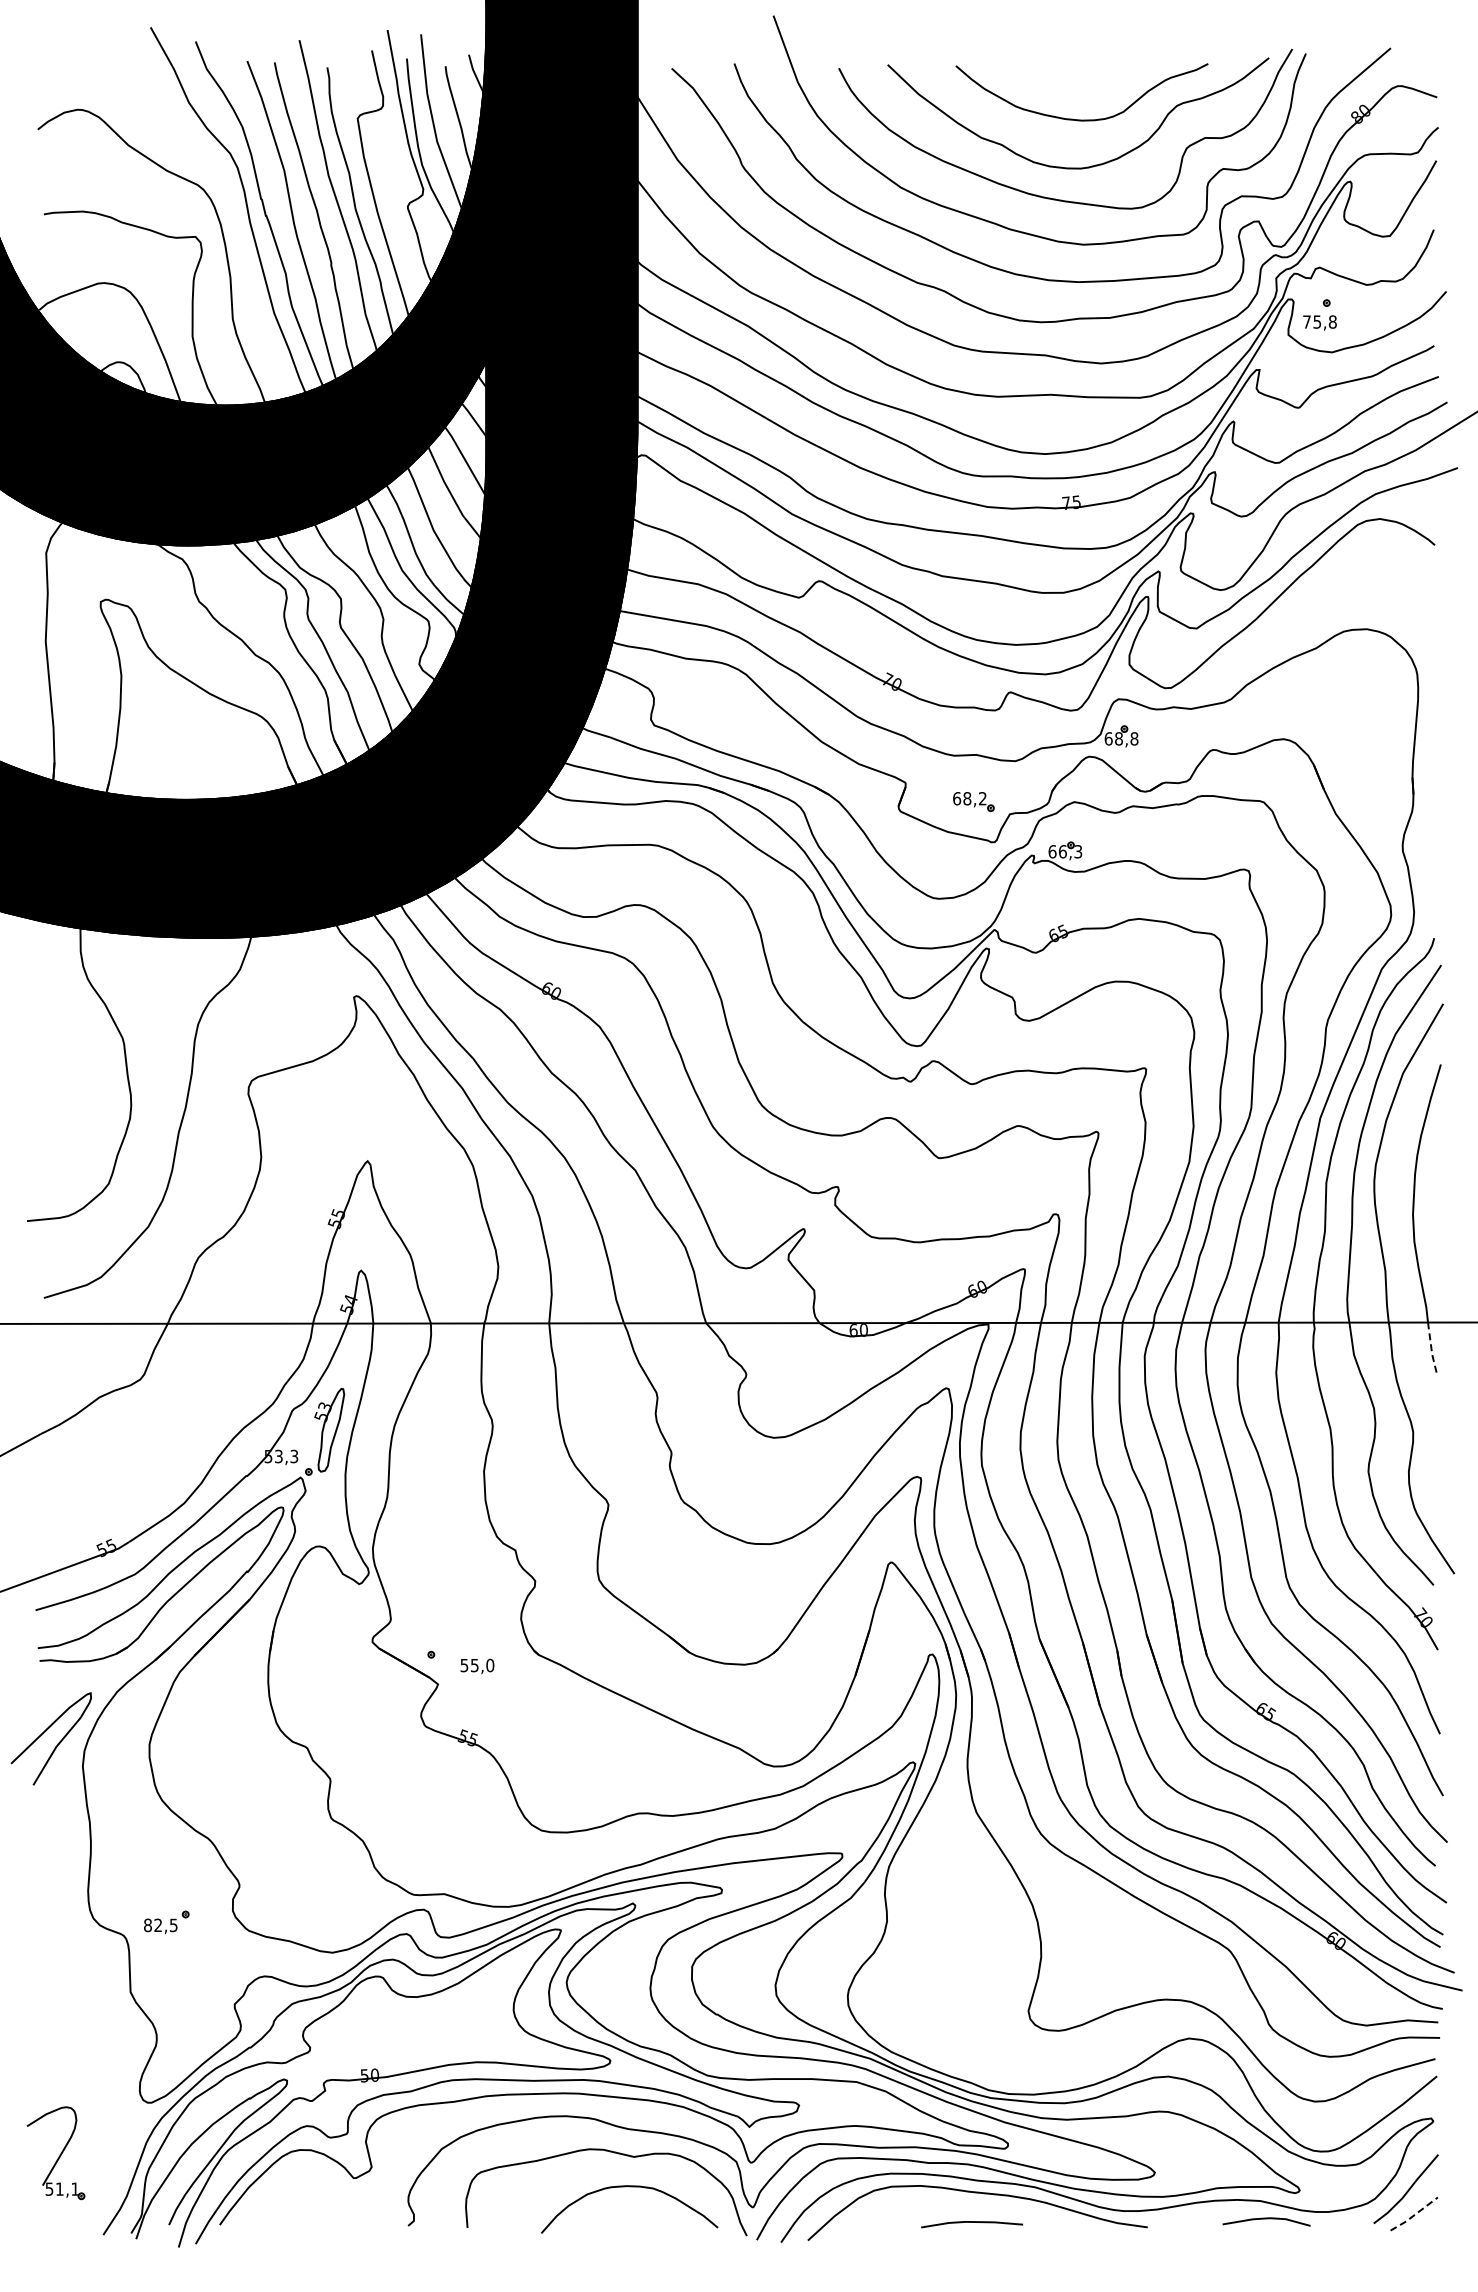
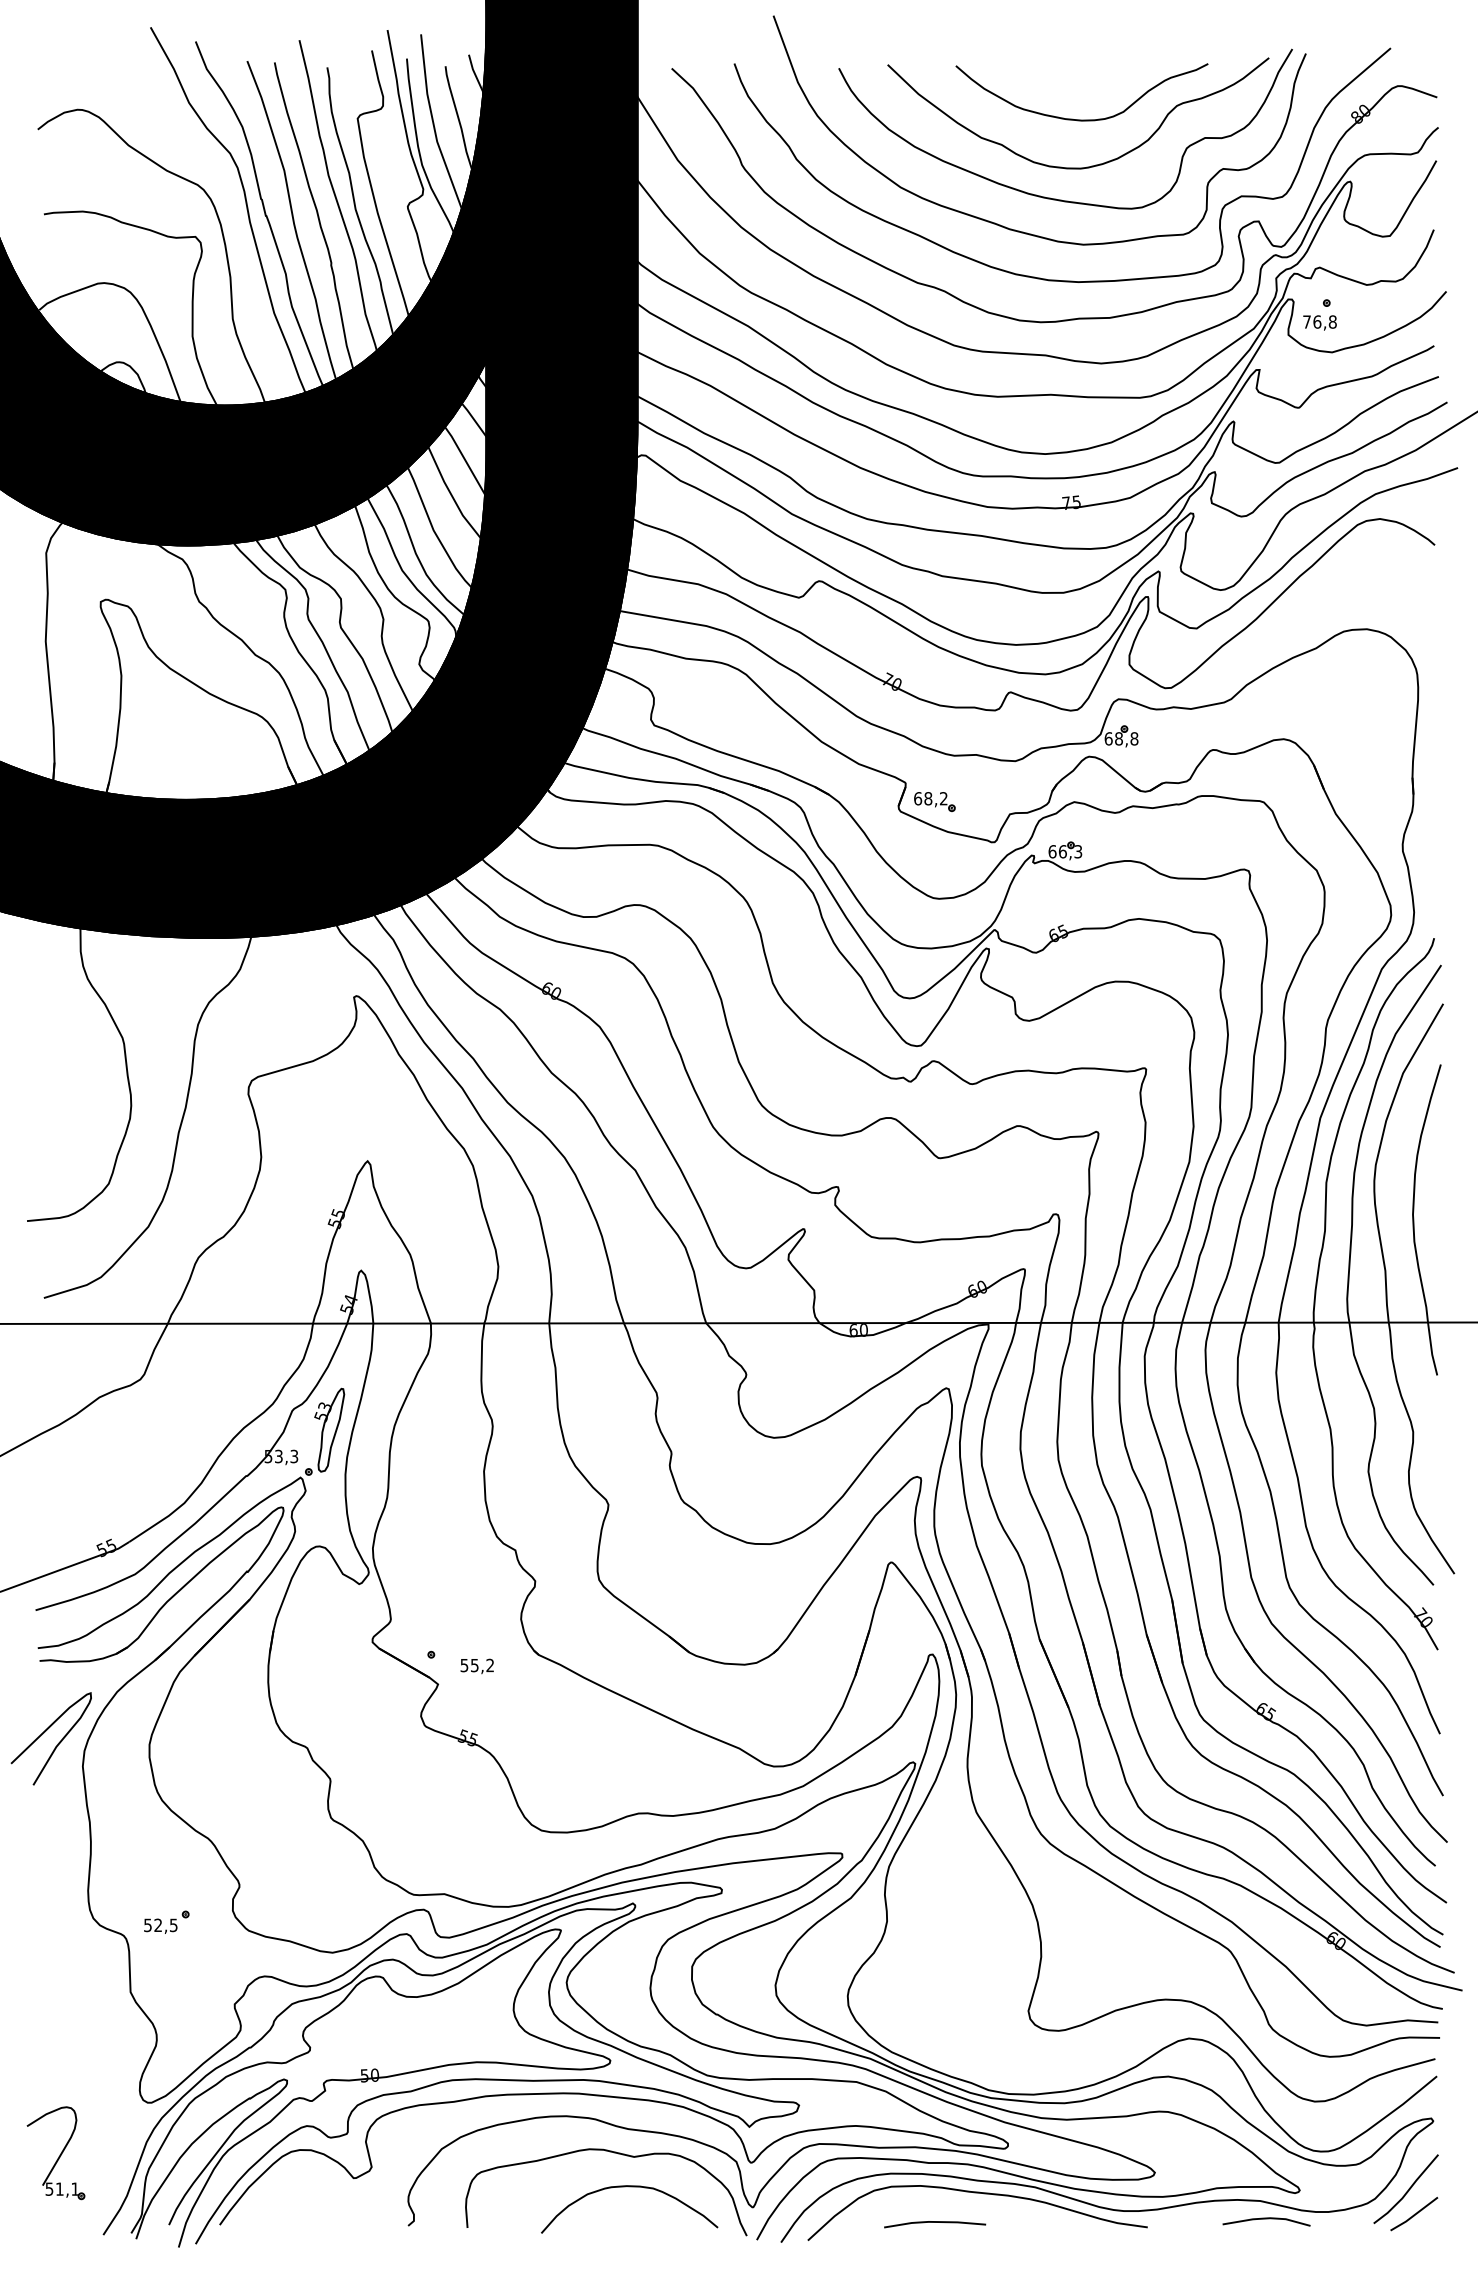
text at (1317, 321): 75,8 -> 76,8
part at (973, 801) position: (973, 801) -> (934, 801)
line at (1431, 1349): dashed -> solid
text at (490, 1665): 55,0 -> 55,2
text at (147, 1925): 82,5 -> 52,5
line at (1414, 2214): dashed -> solid
line at (972, 2222) position: (972, 2222) -> (935, 2222)
